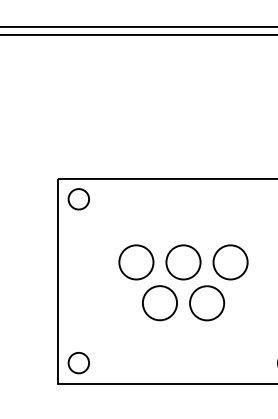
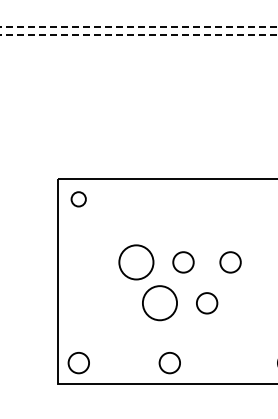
line at (140, 27): solid -> dashed
line at (140, 35): solid -> dashed
circle at (78, 199) size: 23x23 px -> 17x17 px
circle at (183, 262) diameter: 34 px -> 20 px
circle at (230, 262) diameter: 34 px -> 20 px
circle at (207, 303) diameter: 34 px -> 20 px
circle at (169, 363): none -> present
